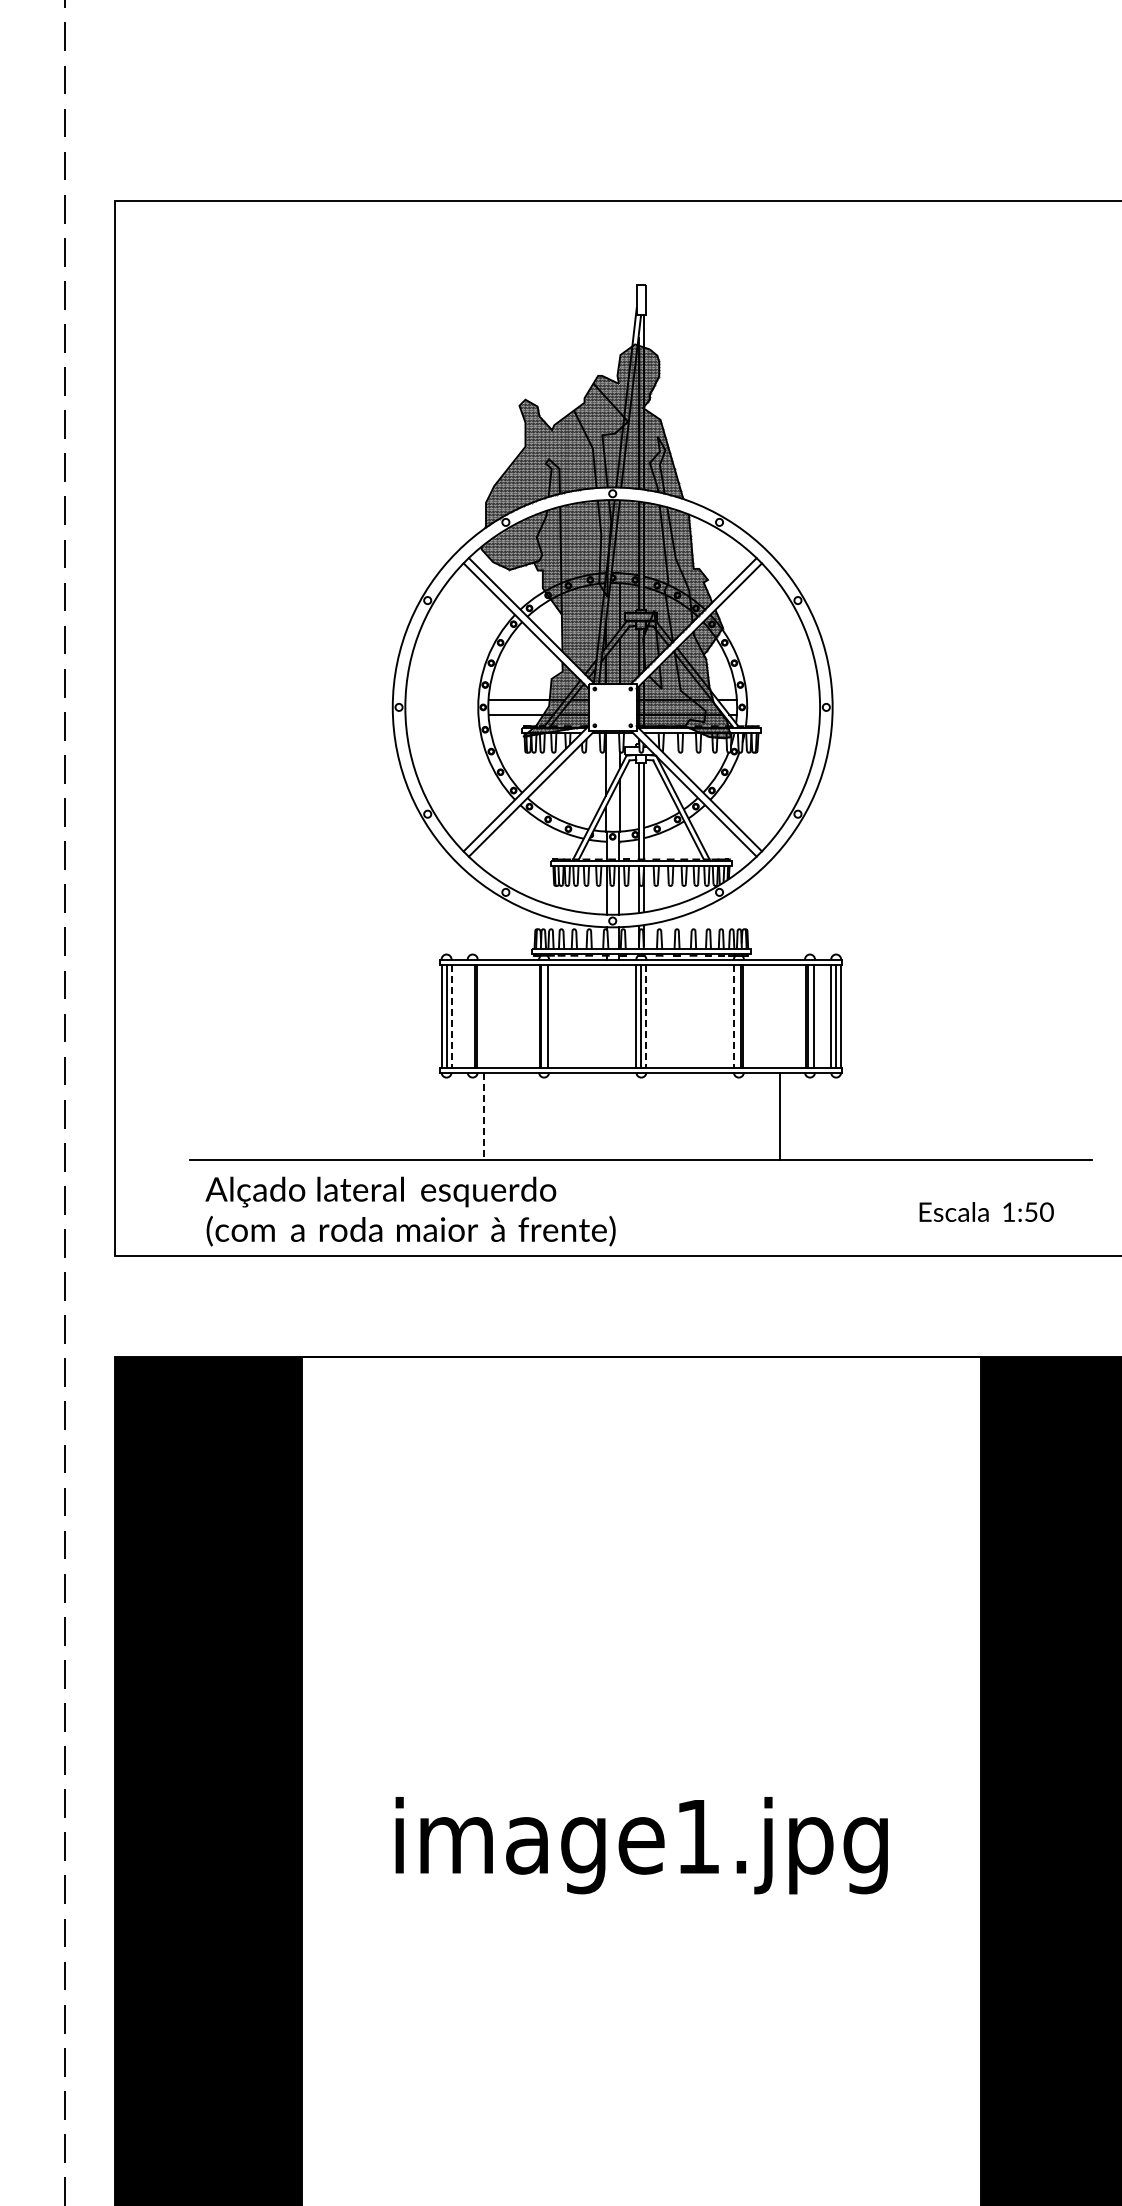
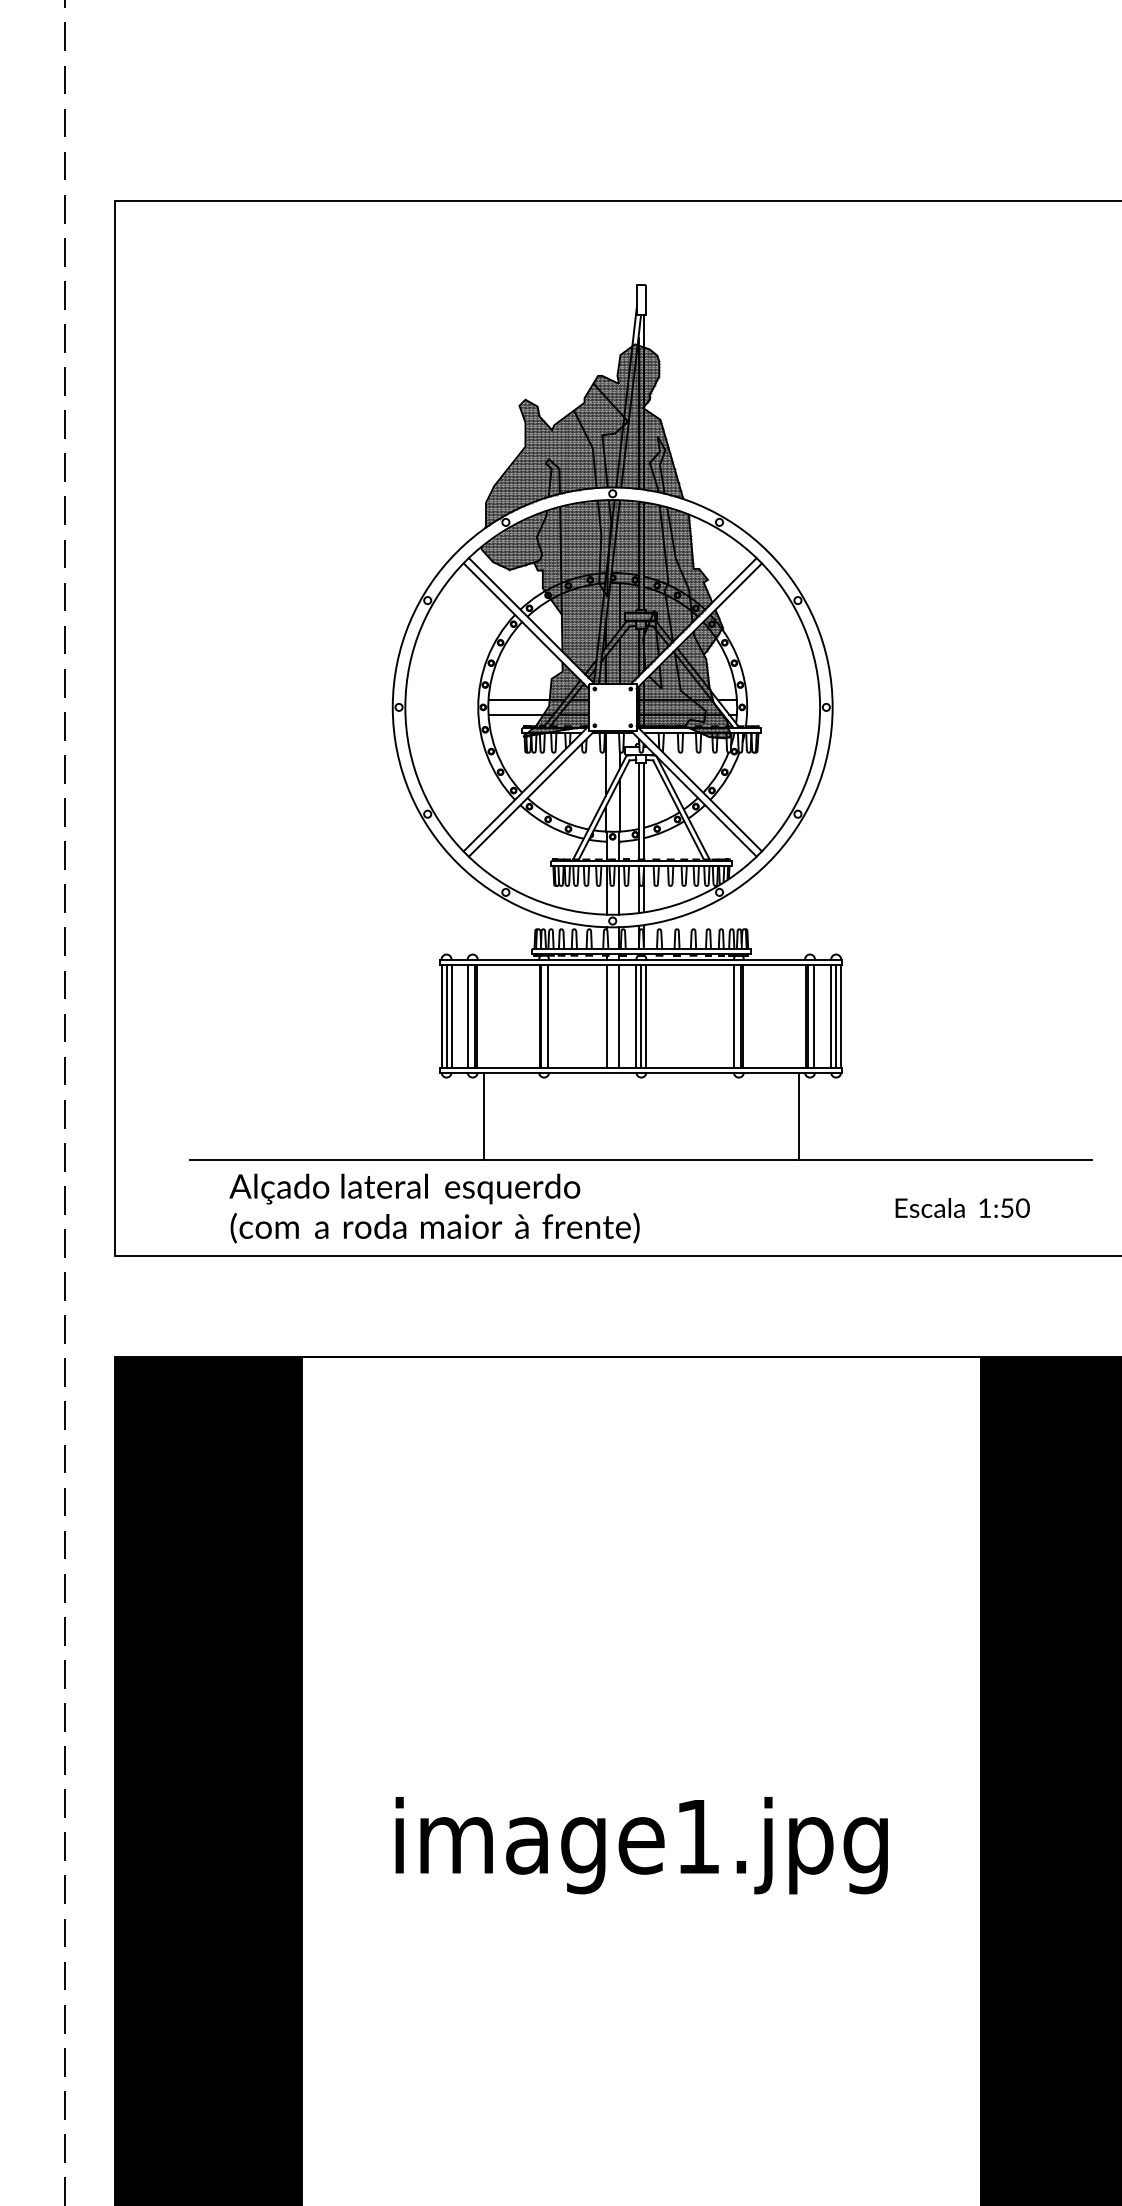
line at (468, 1015): none -> present
line at (606, 1015): none -> present
line at (618, 1015): none -> present
line at (451, 1016): dashed -> solid
line at (646, 1016): dashed -> solid
line at (734, 1016): dashed -> solid
line at (483, 1116): dashed -> solid
line at (780, 1116) position: (780, 1116) -> (799, 1116)
text at (410, 1211) position: (410, 1211) -> (434, 1208)
text at (986, 1211) position: (986, 1211) -> (962, 1207)
